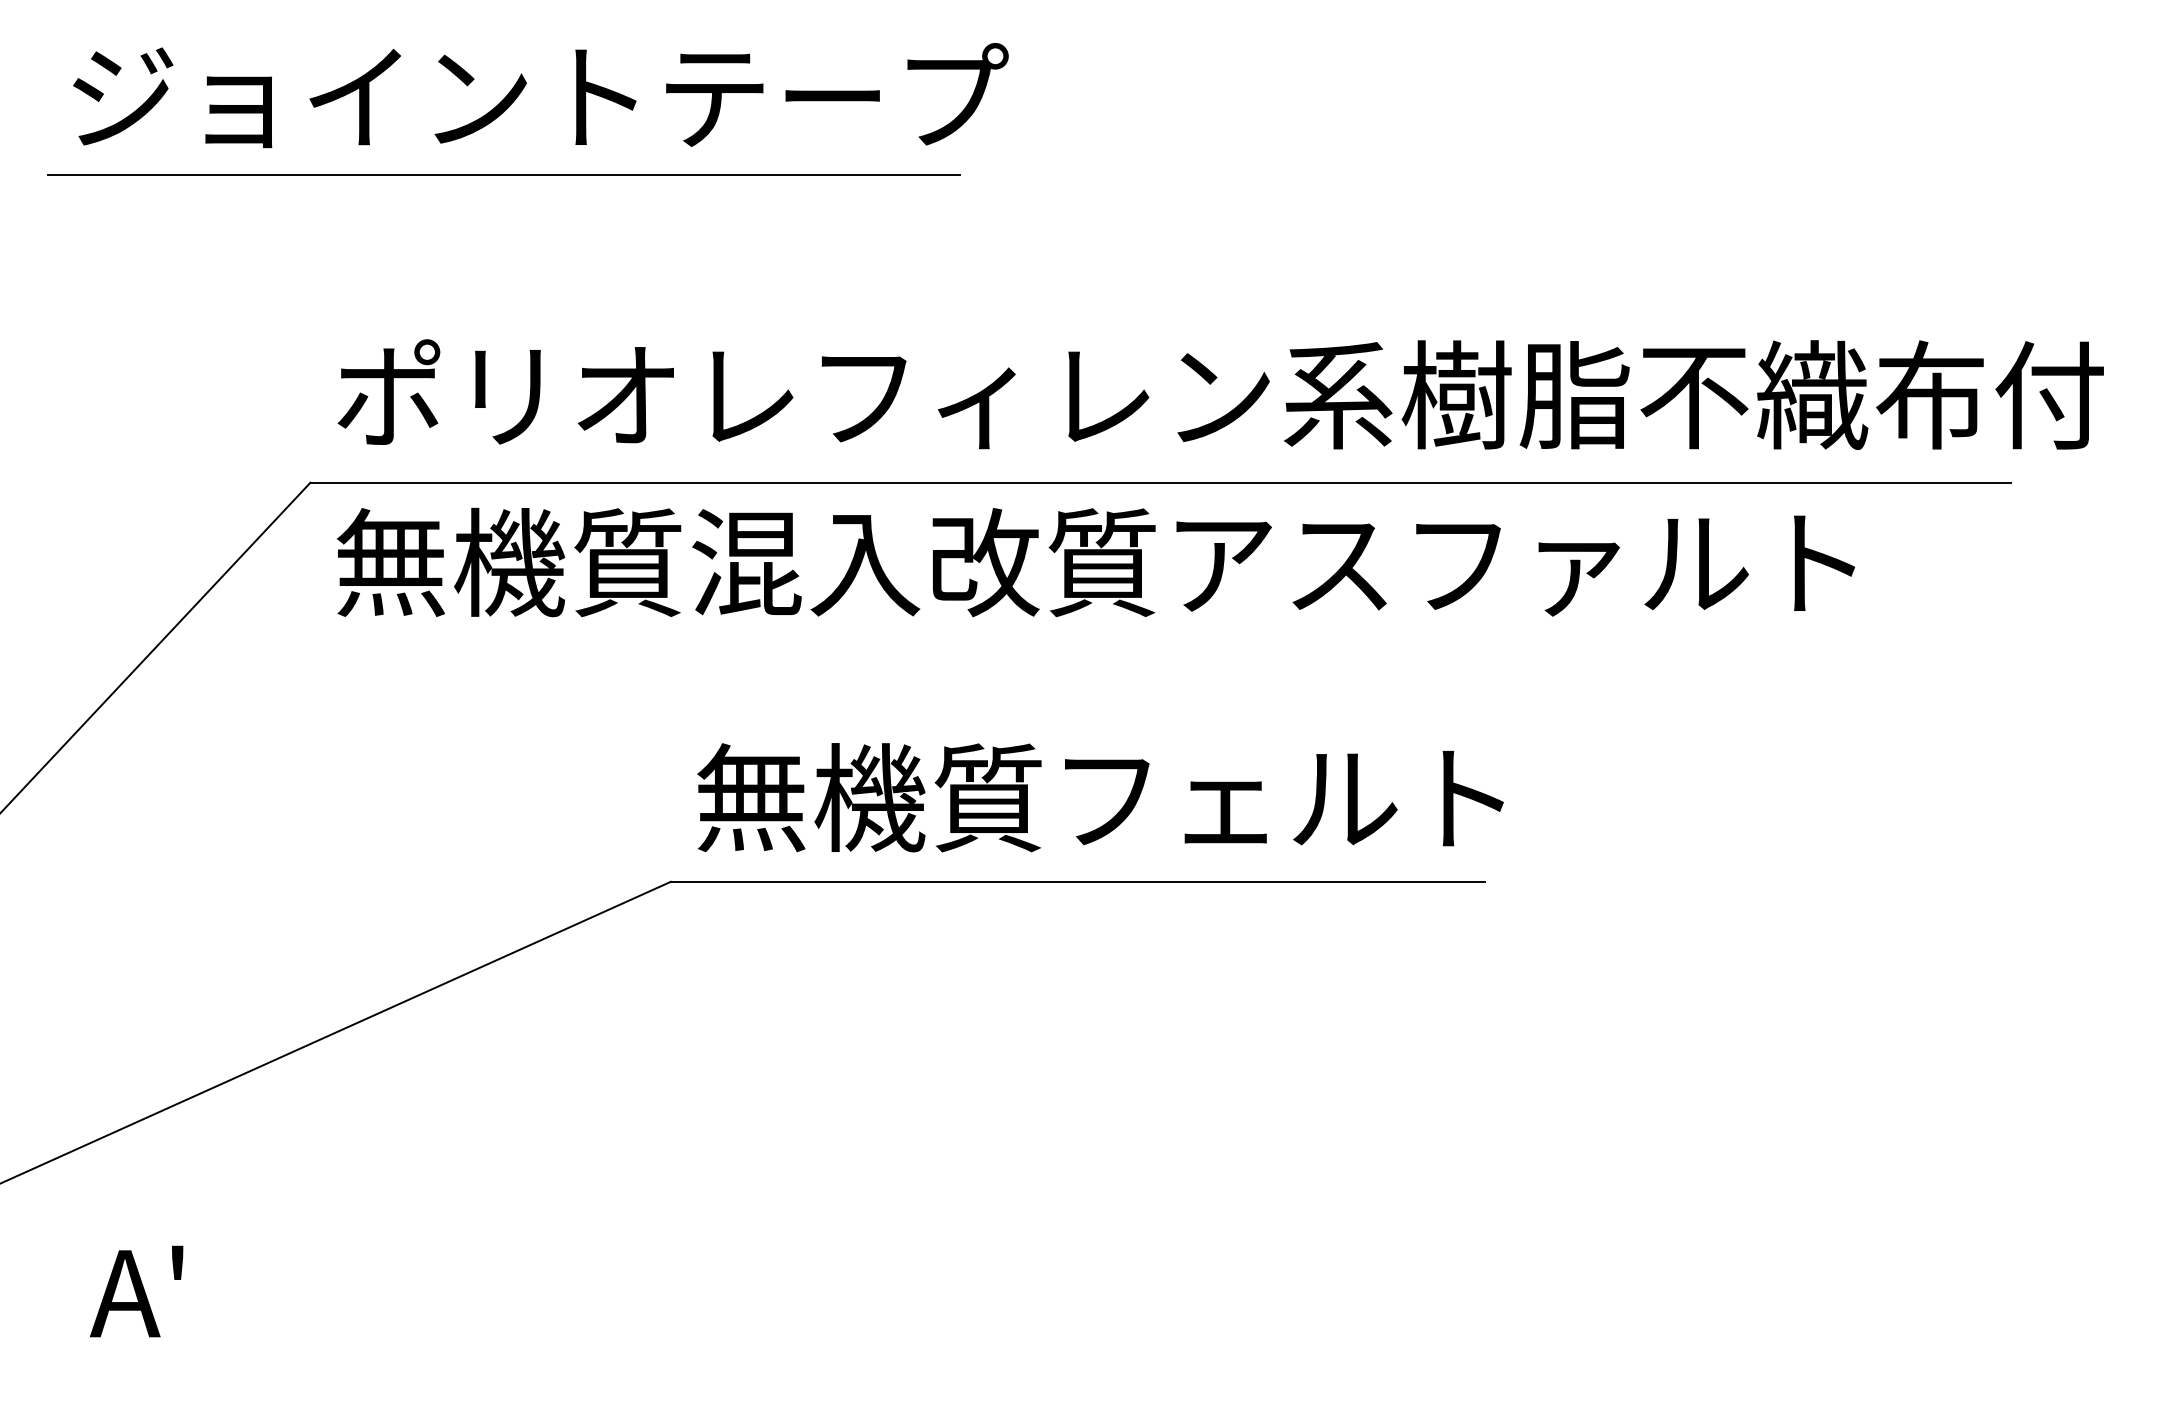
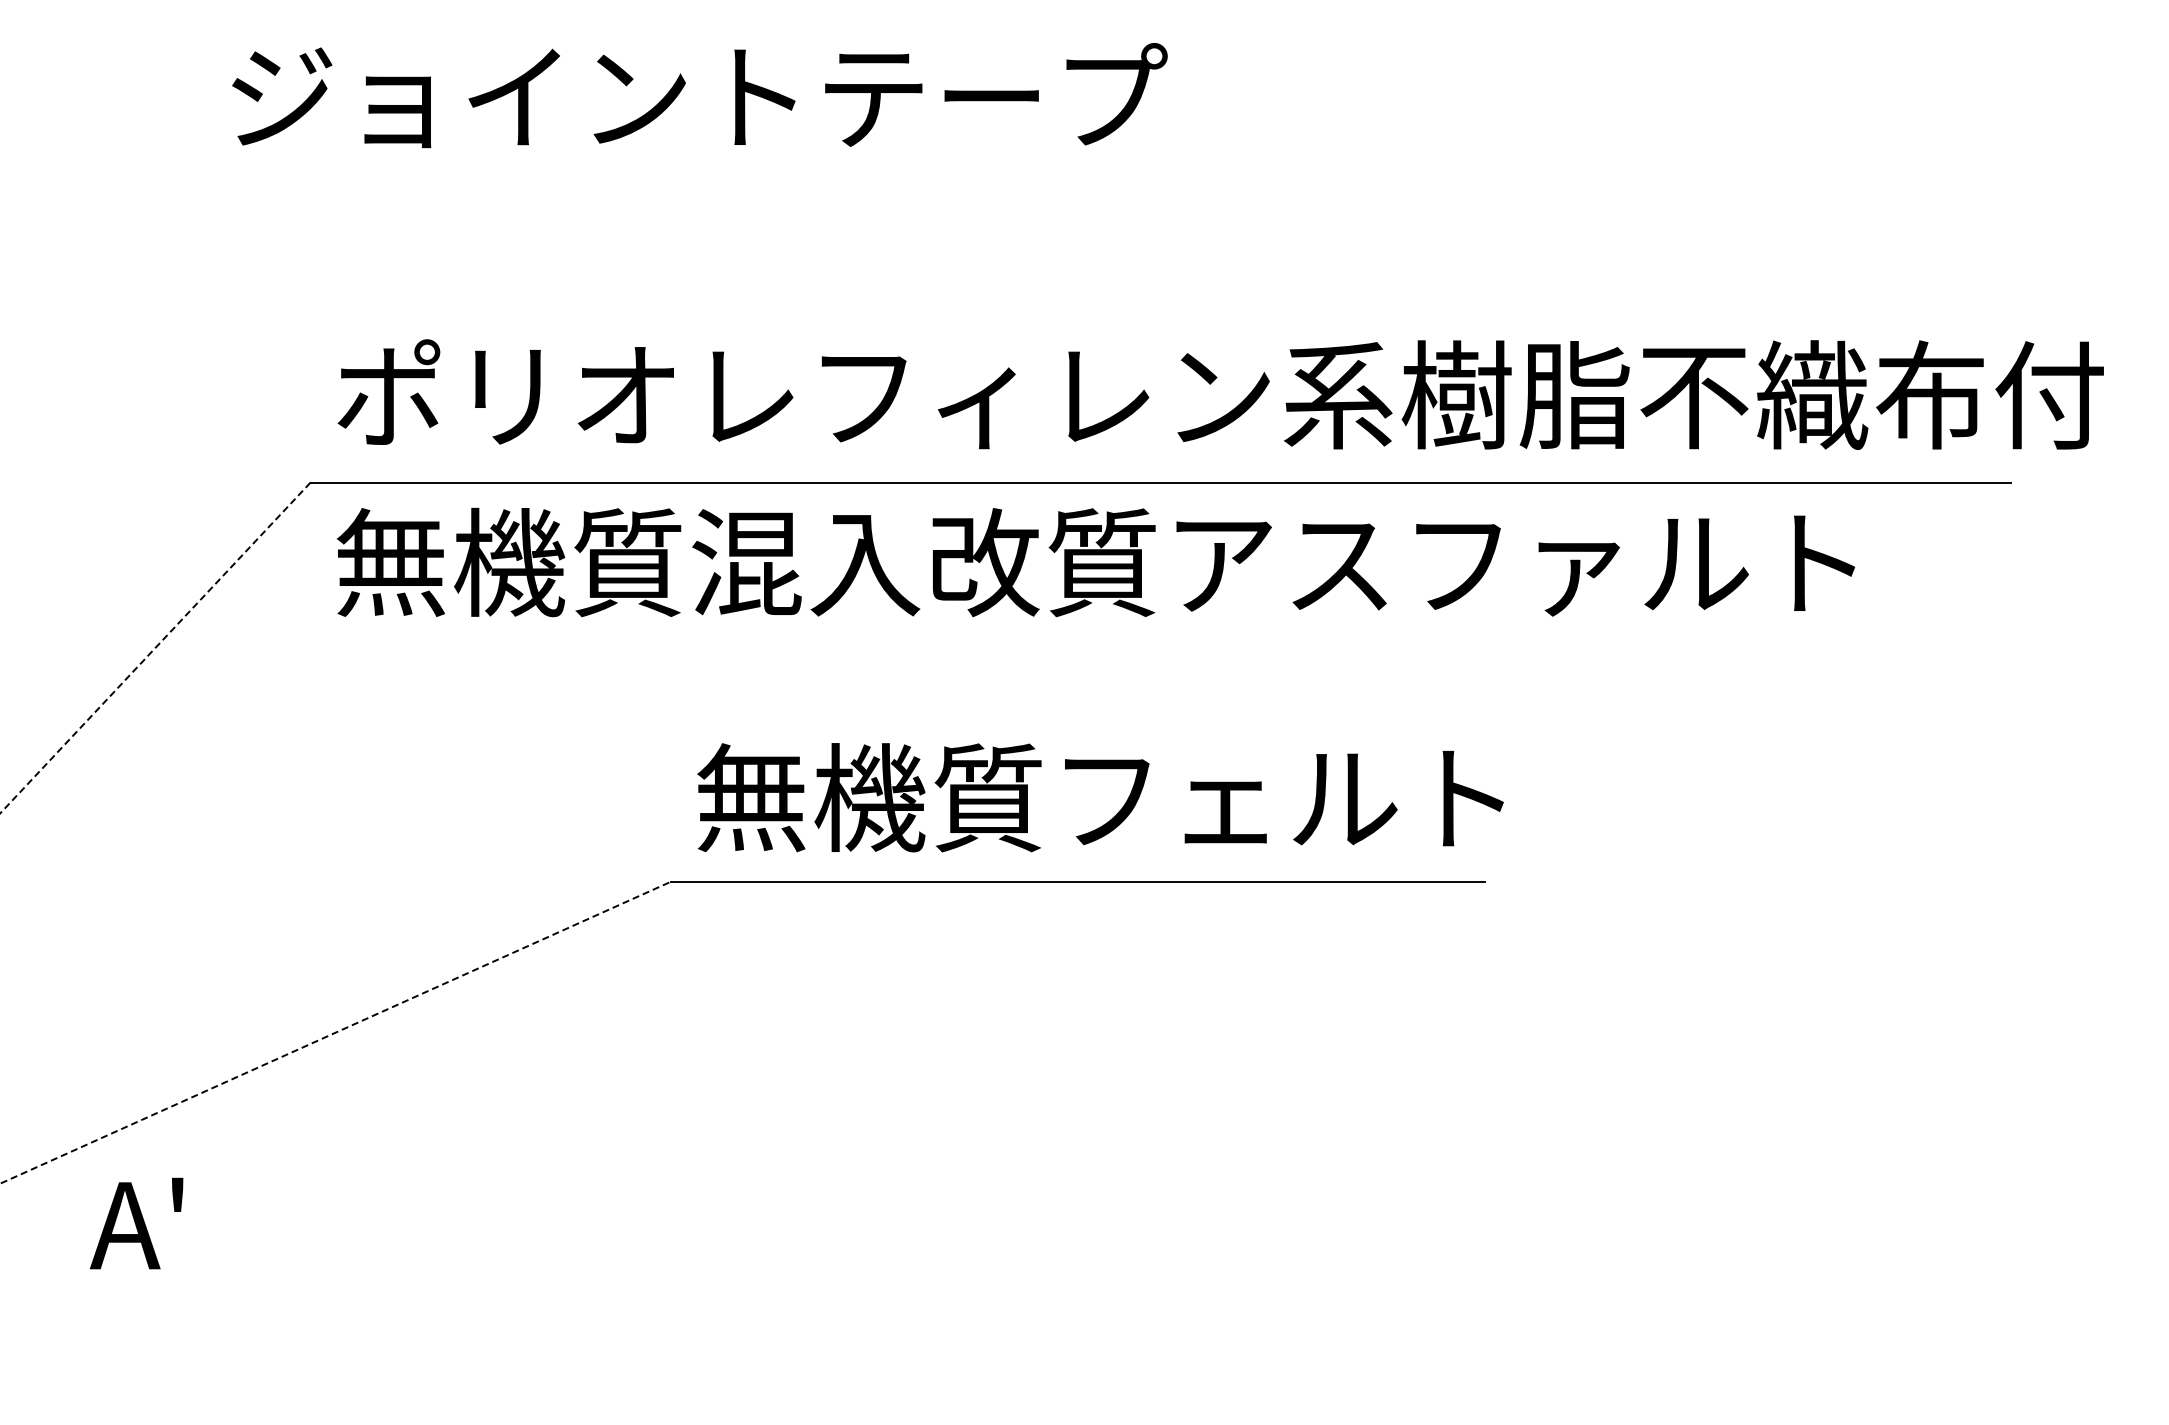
text at (540, 95) position: (540, 95) -> (699, 95)
line at (503, 175): present -> none
line at (155, 648): solid -> dashed
line at (336, 1032): solid -> dashed
text at (136, 1291) position: (136, 1291) -> (136, 1223)
